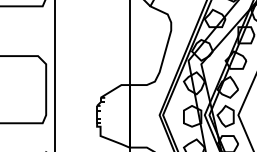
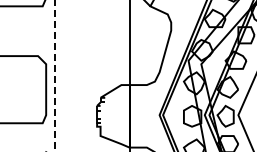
line at (55, 75): solid -> dashed
